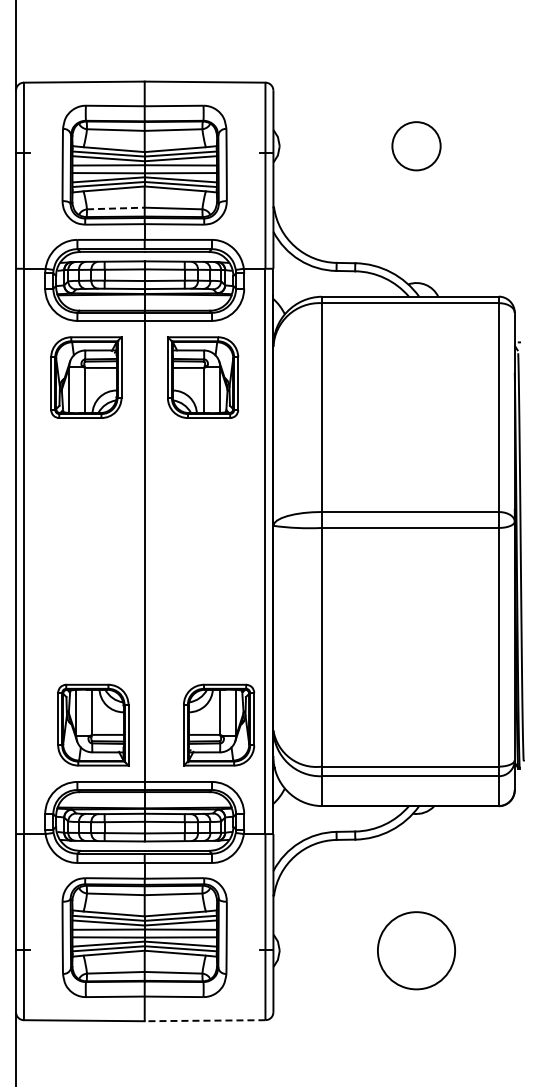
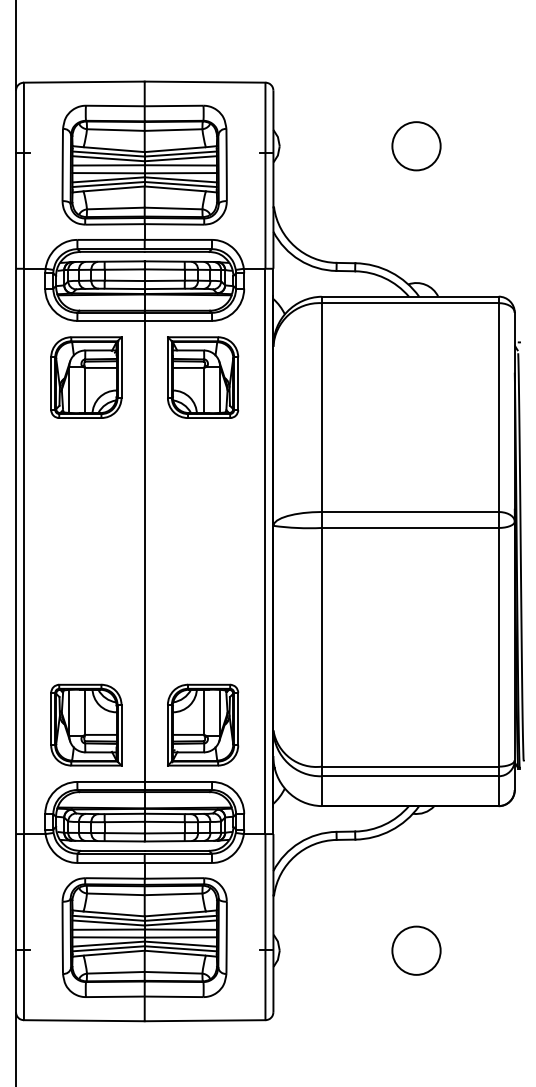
line at (115, 208): dashed -> solid
part at (93, 724) position: (93, 724) -> (86, 724)
part at (219, 724) position: (219, 724) -> (203, 724)
circle at (416, 950) diameter: 77 px -> 48 px
line at (204, 1020): dashed -> solid
